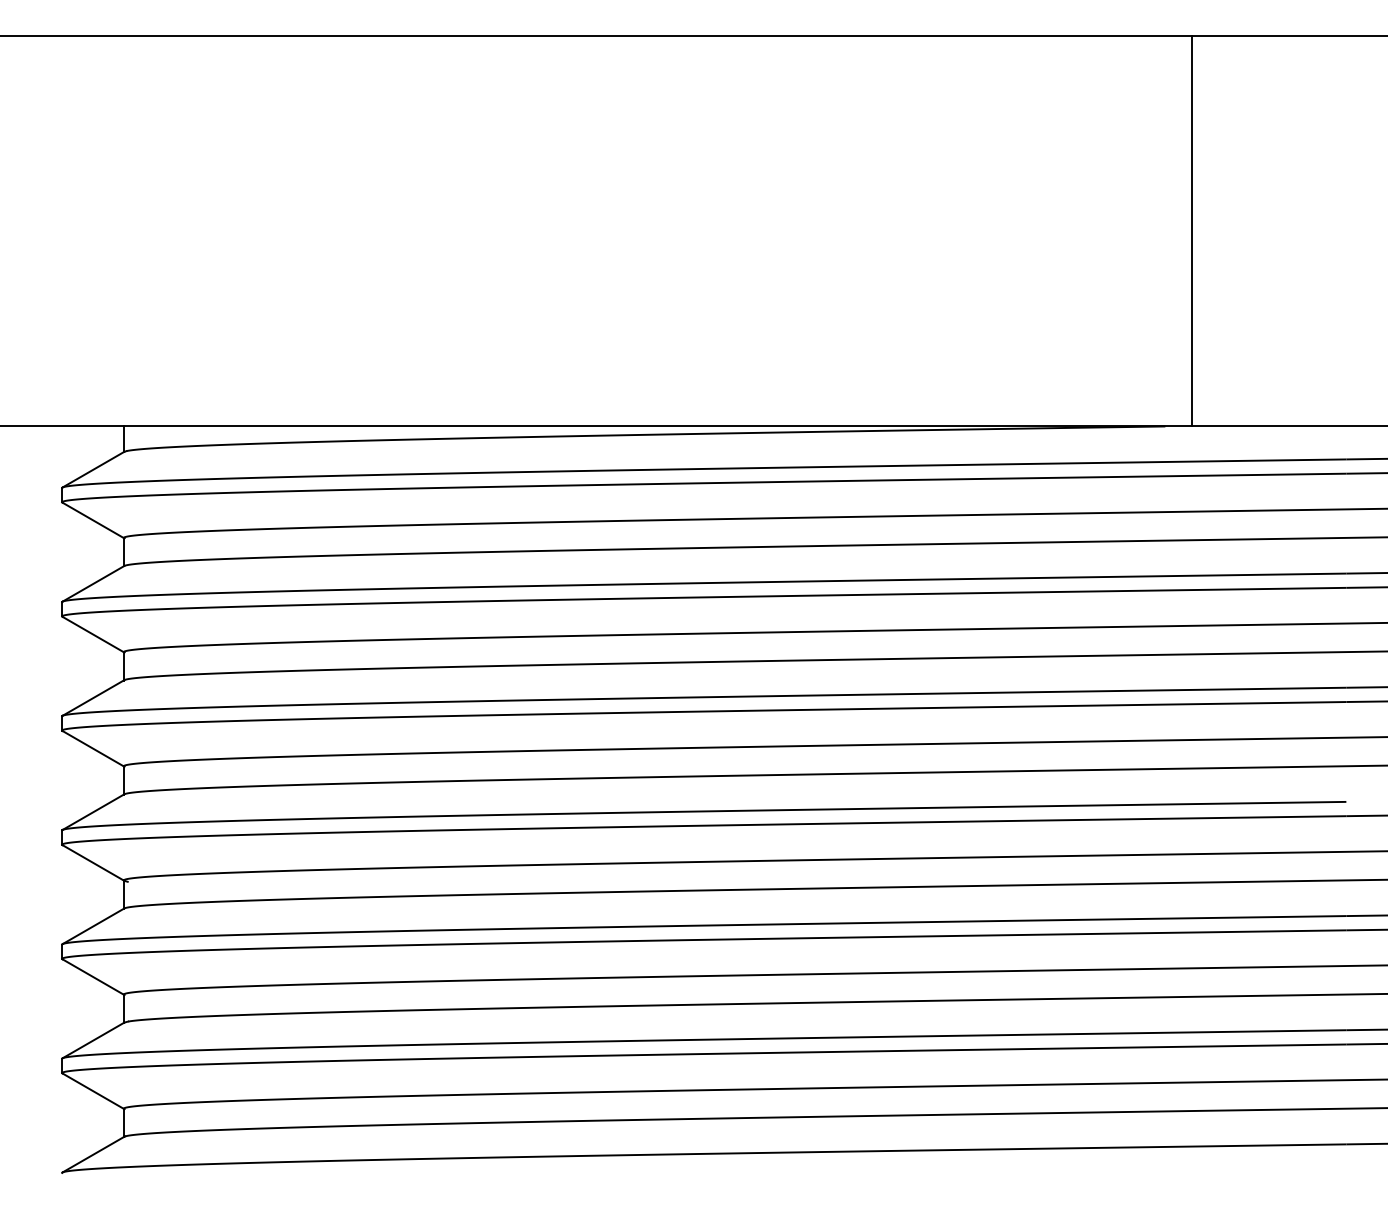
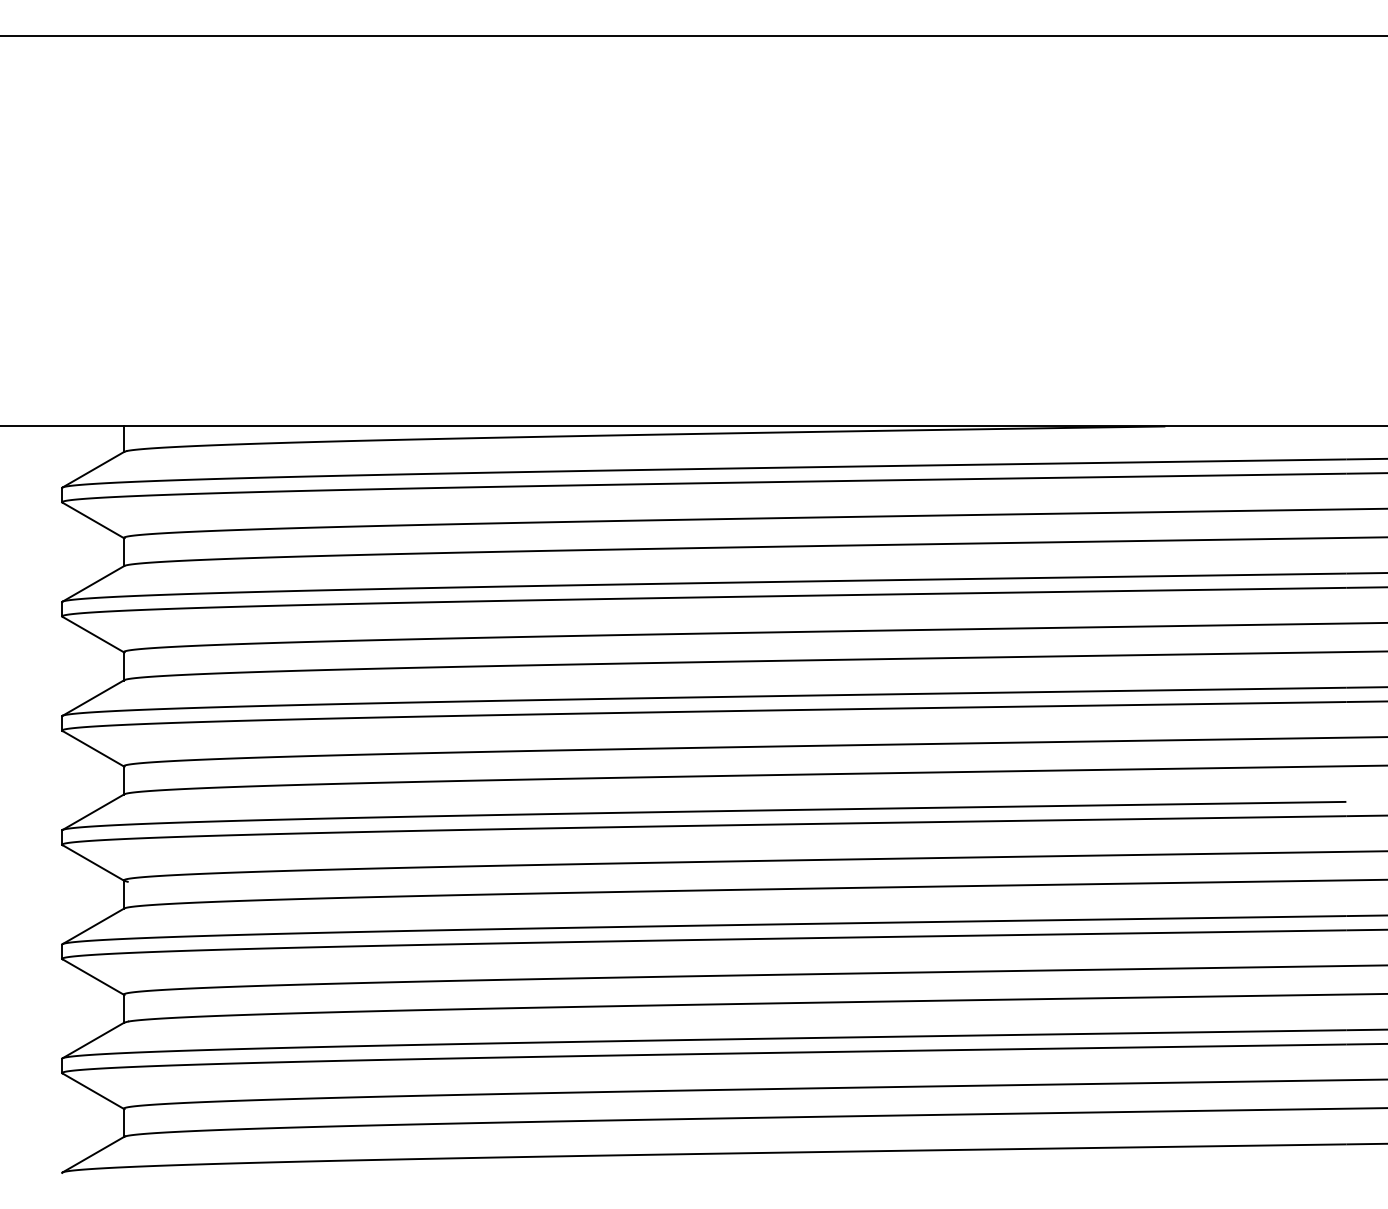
line at (1192, 231): present -> none
